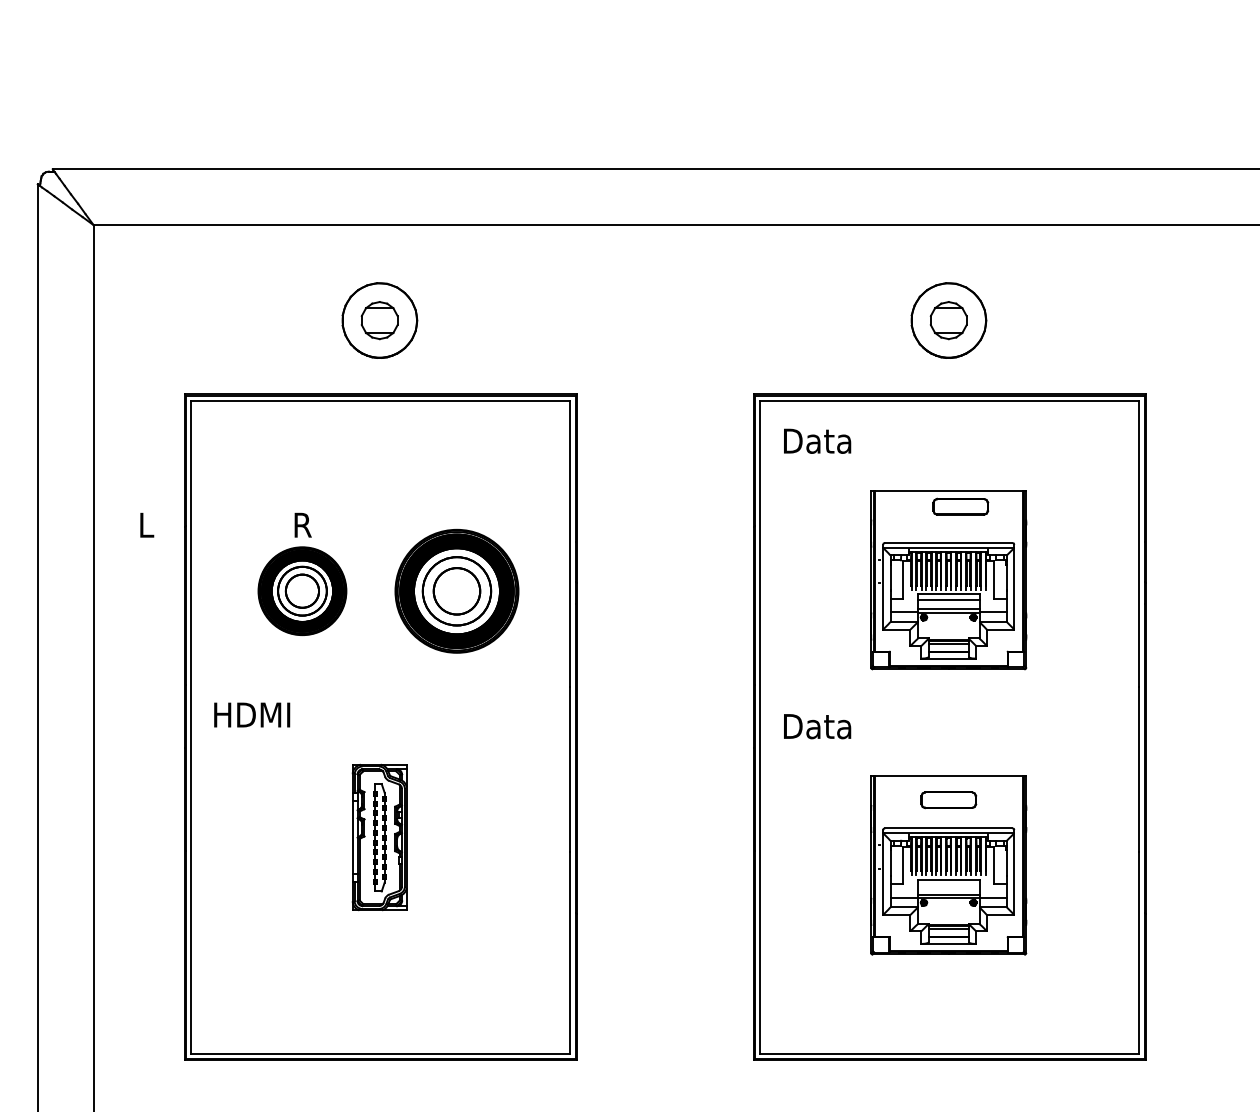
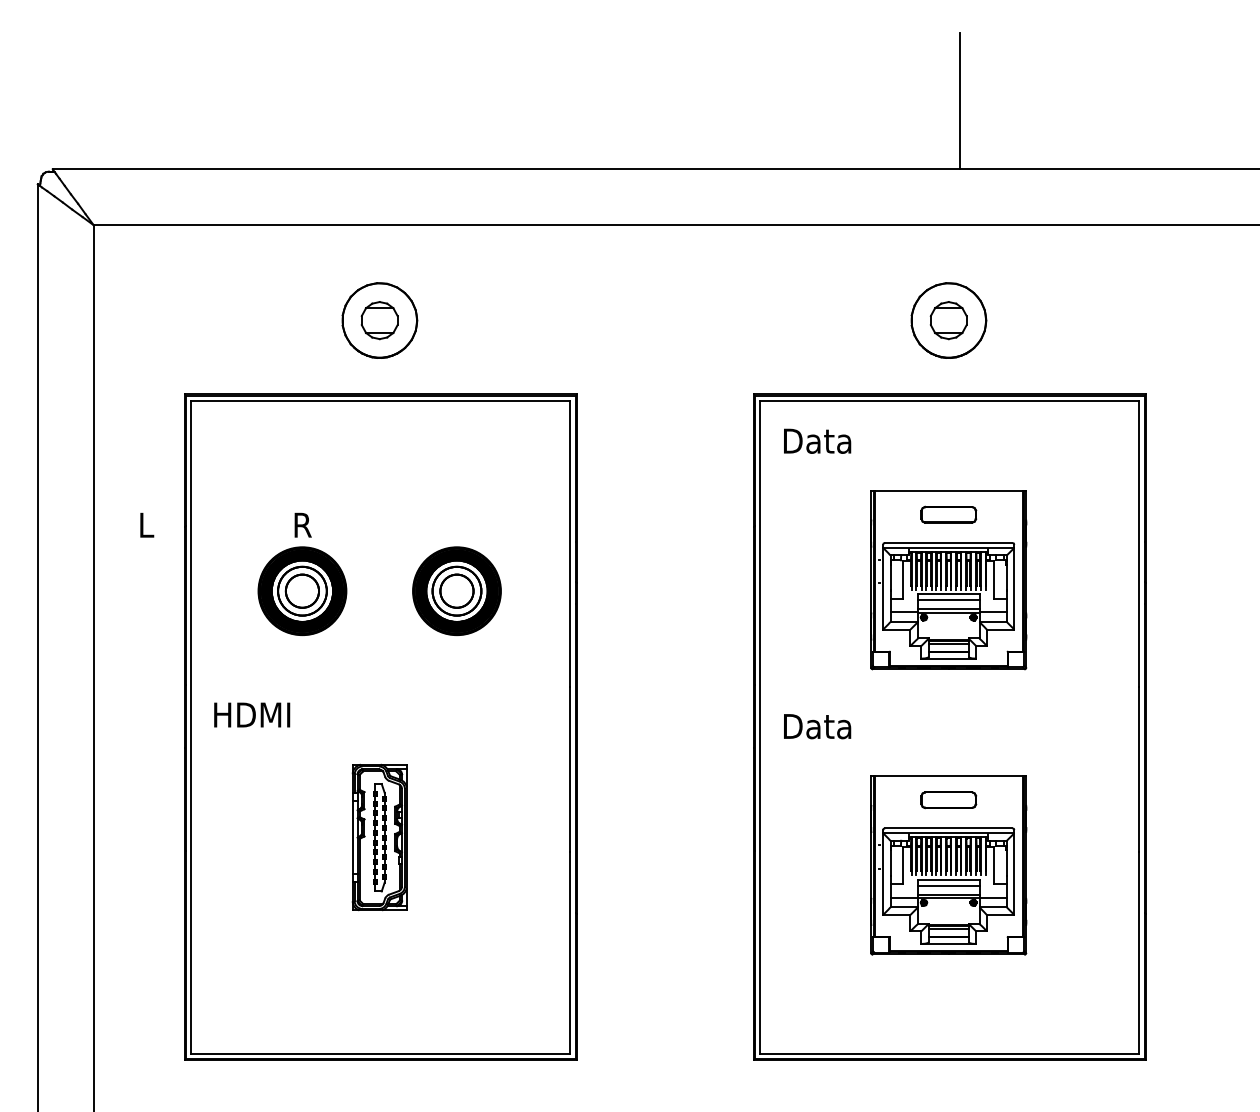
line at (960, 101): none -> present
part at (960, 506) position: (960, 506) -> (948, 514)
part at (456, 590) size: 126x126 px -> 90x90 px
line at (948, 885): none -> present
